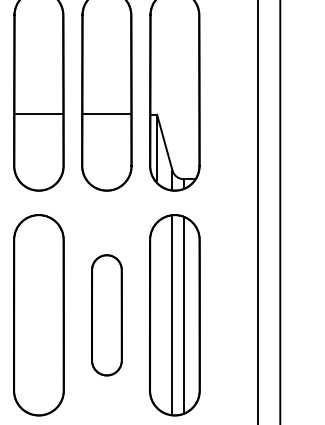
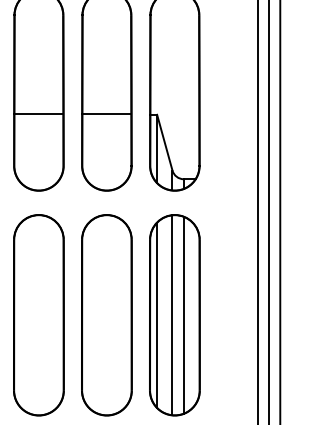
line at (269, 211): none -> present
line at (157, 314): none -> present
part at (106, 315) size: 32x123 px -> 52x203 px
